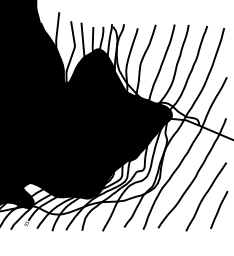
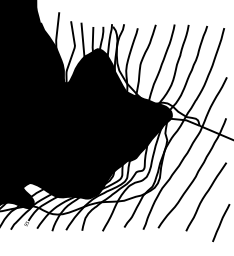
curve at (219, 210) position: (219, 210) -> (221, 223)
